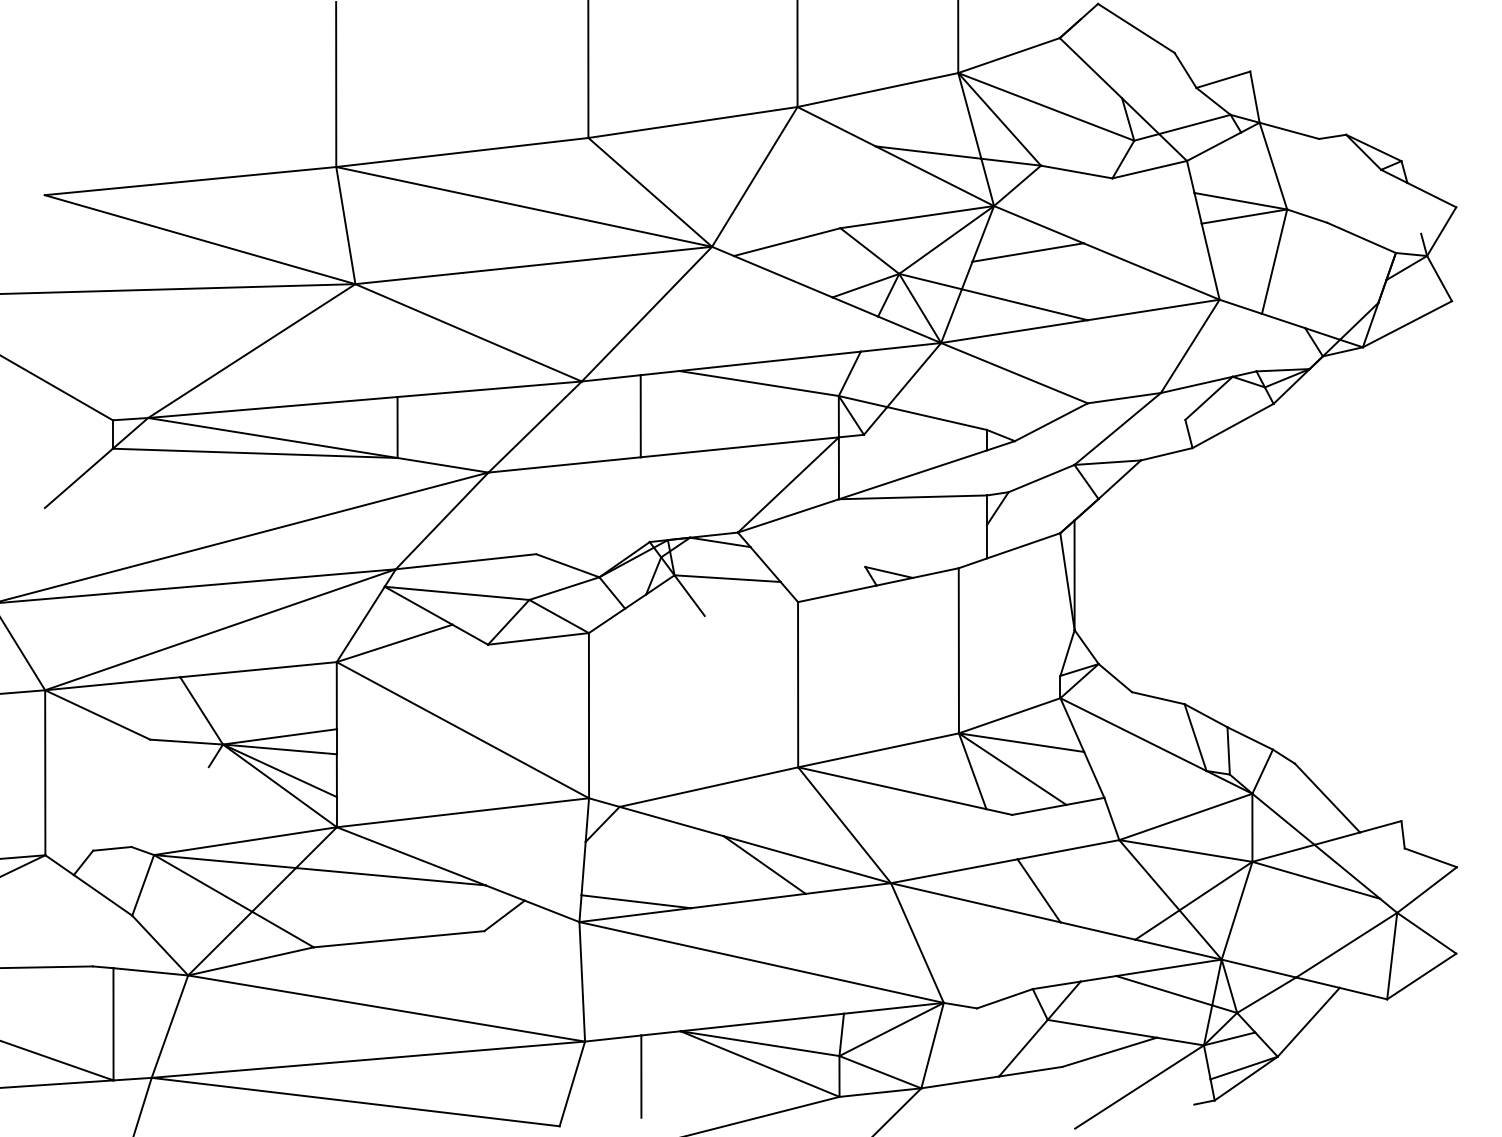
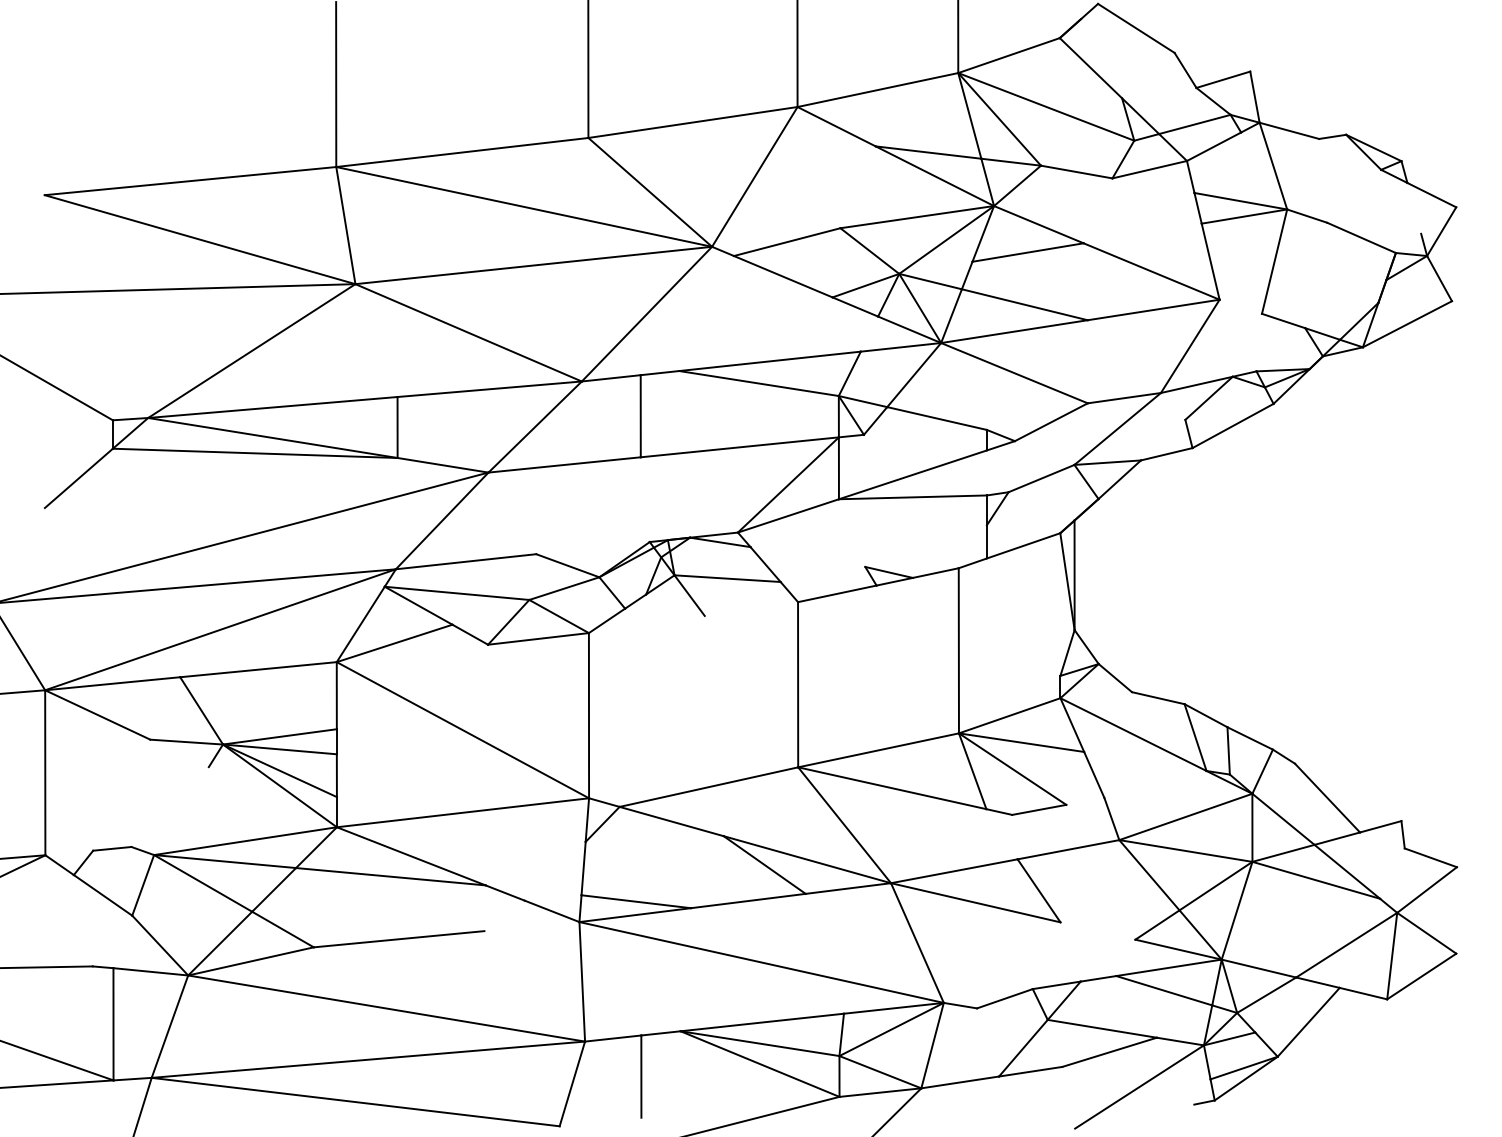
line at (1240, 306): present -> none
line at (1085, 800): present -> none
line at (504, 915): present -> none
line at (1097, 930): present -> none
